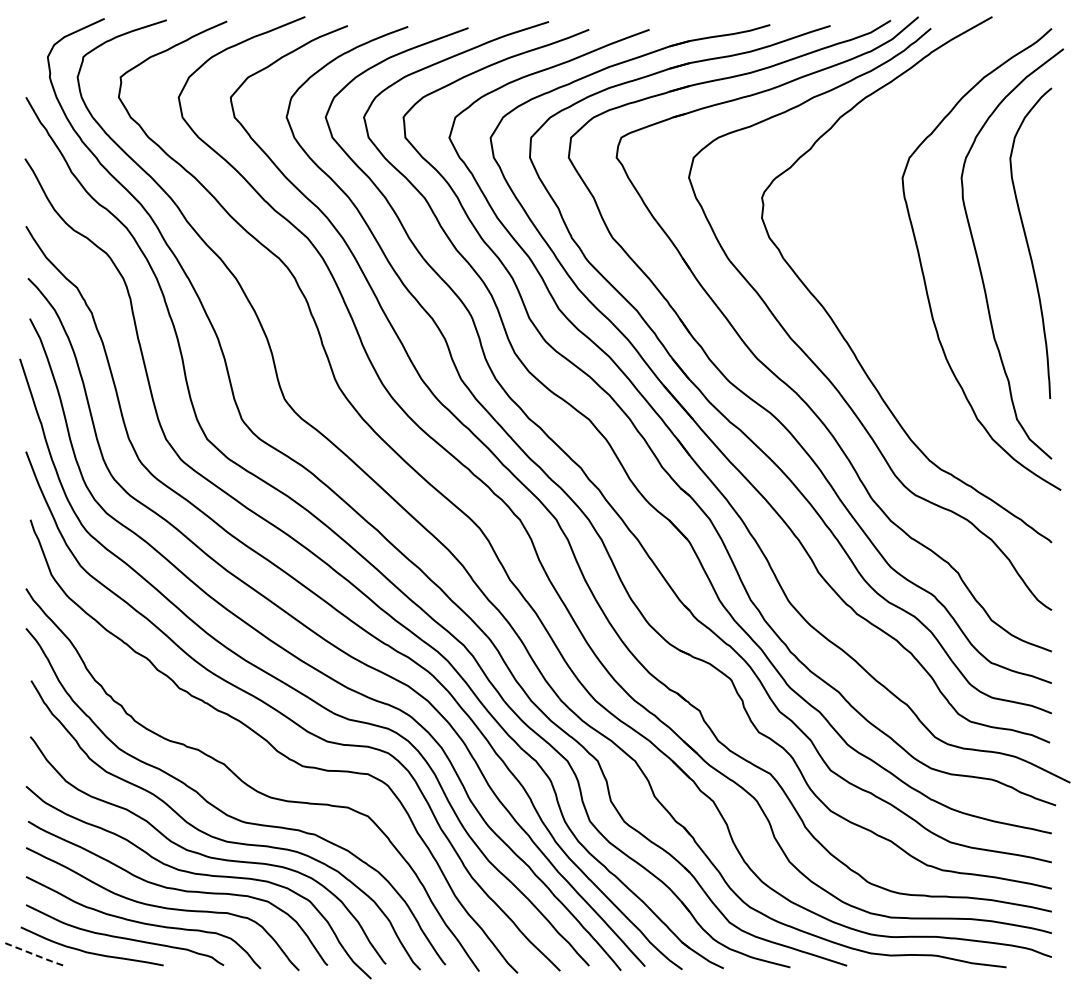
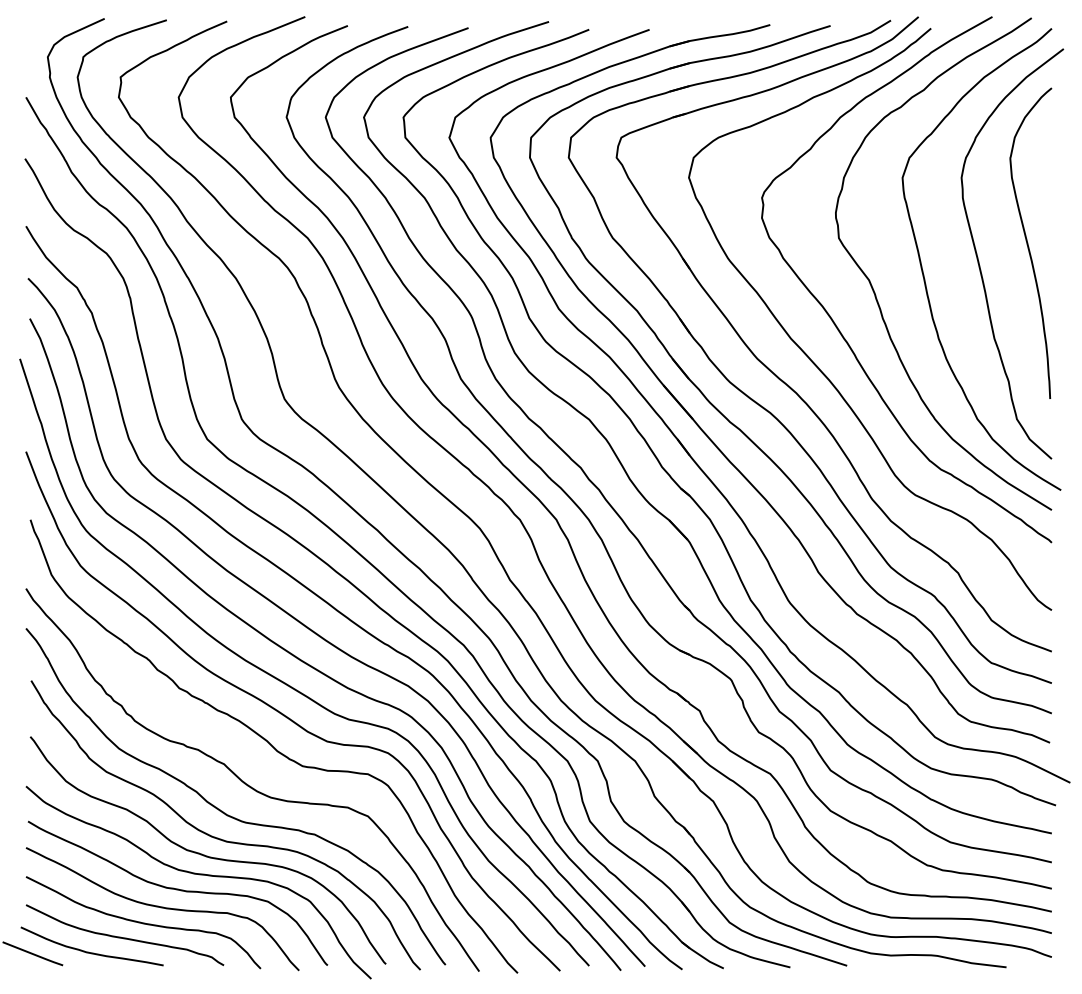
curve at (875, 292): none -> present
line at (34, 954): dashed -> solid
